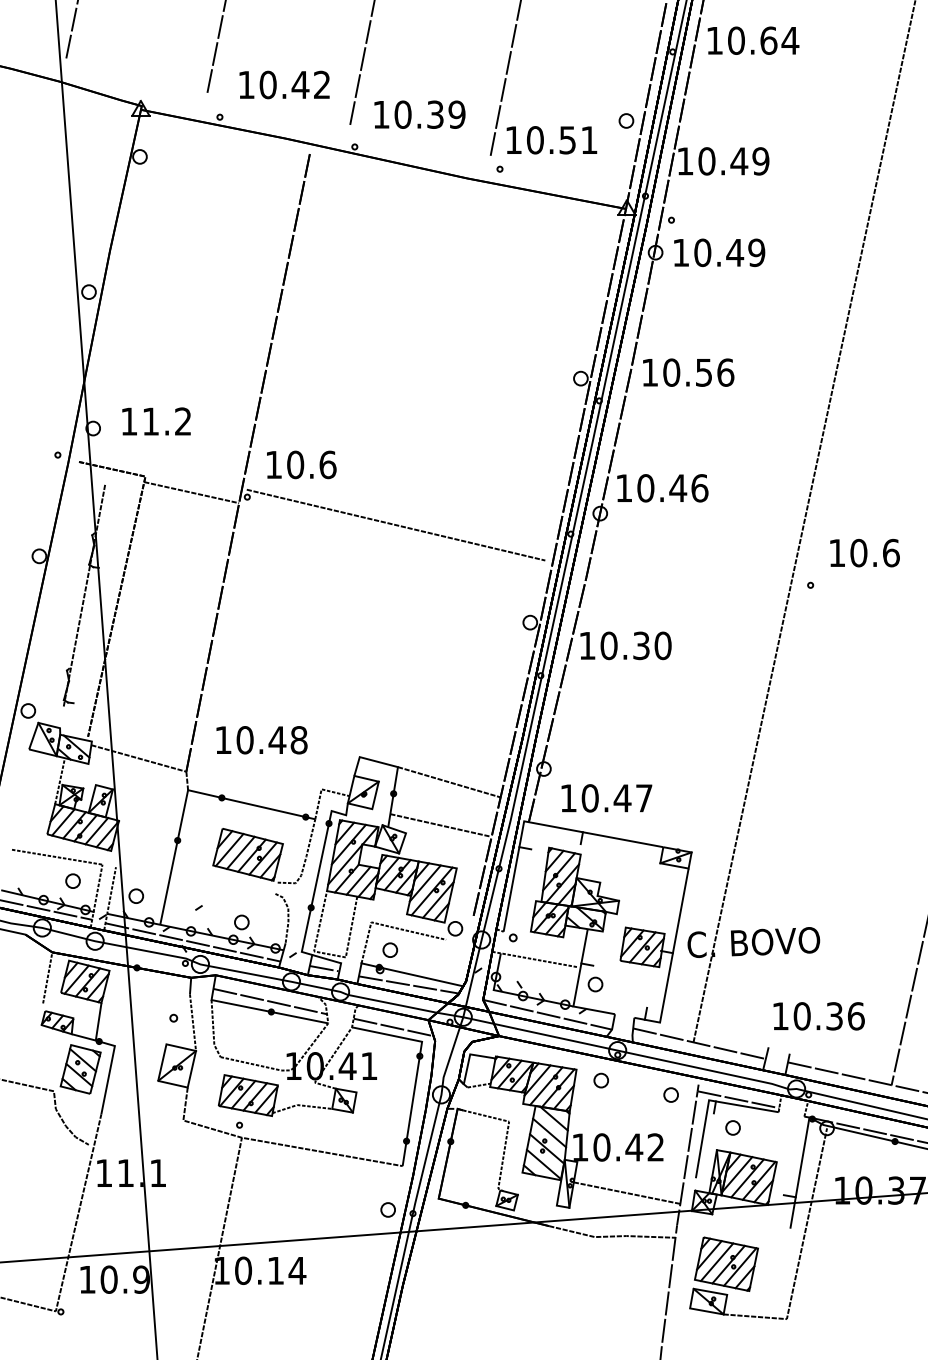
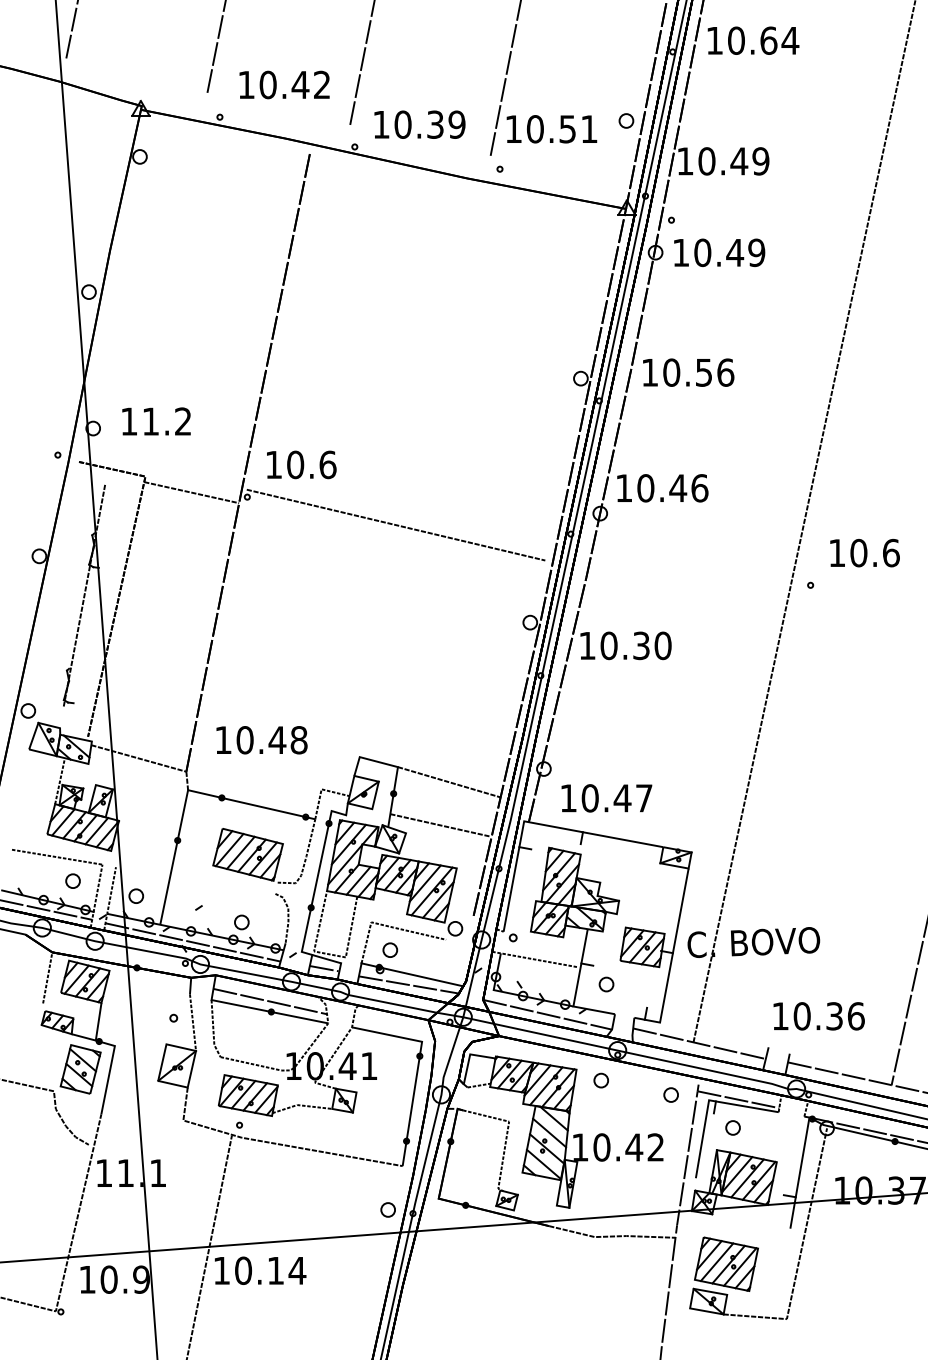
text at (419, 114) position: (419, 114) -> (419, 124)
text at (551, 140) position: (551, 140) -> (551, 129)
part at (595, 984) position: (595, 984) -> (606, 984)
line at (393, 1027): present -> none
line at (626, 1192): present -> none
line at (219, 1246) position: (219, 1246) -> (209, 1245)
